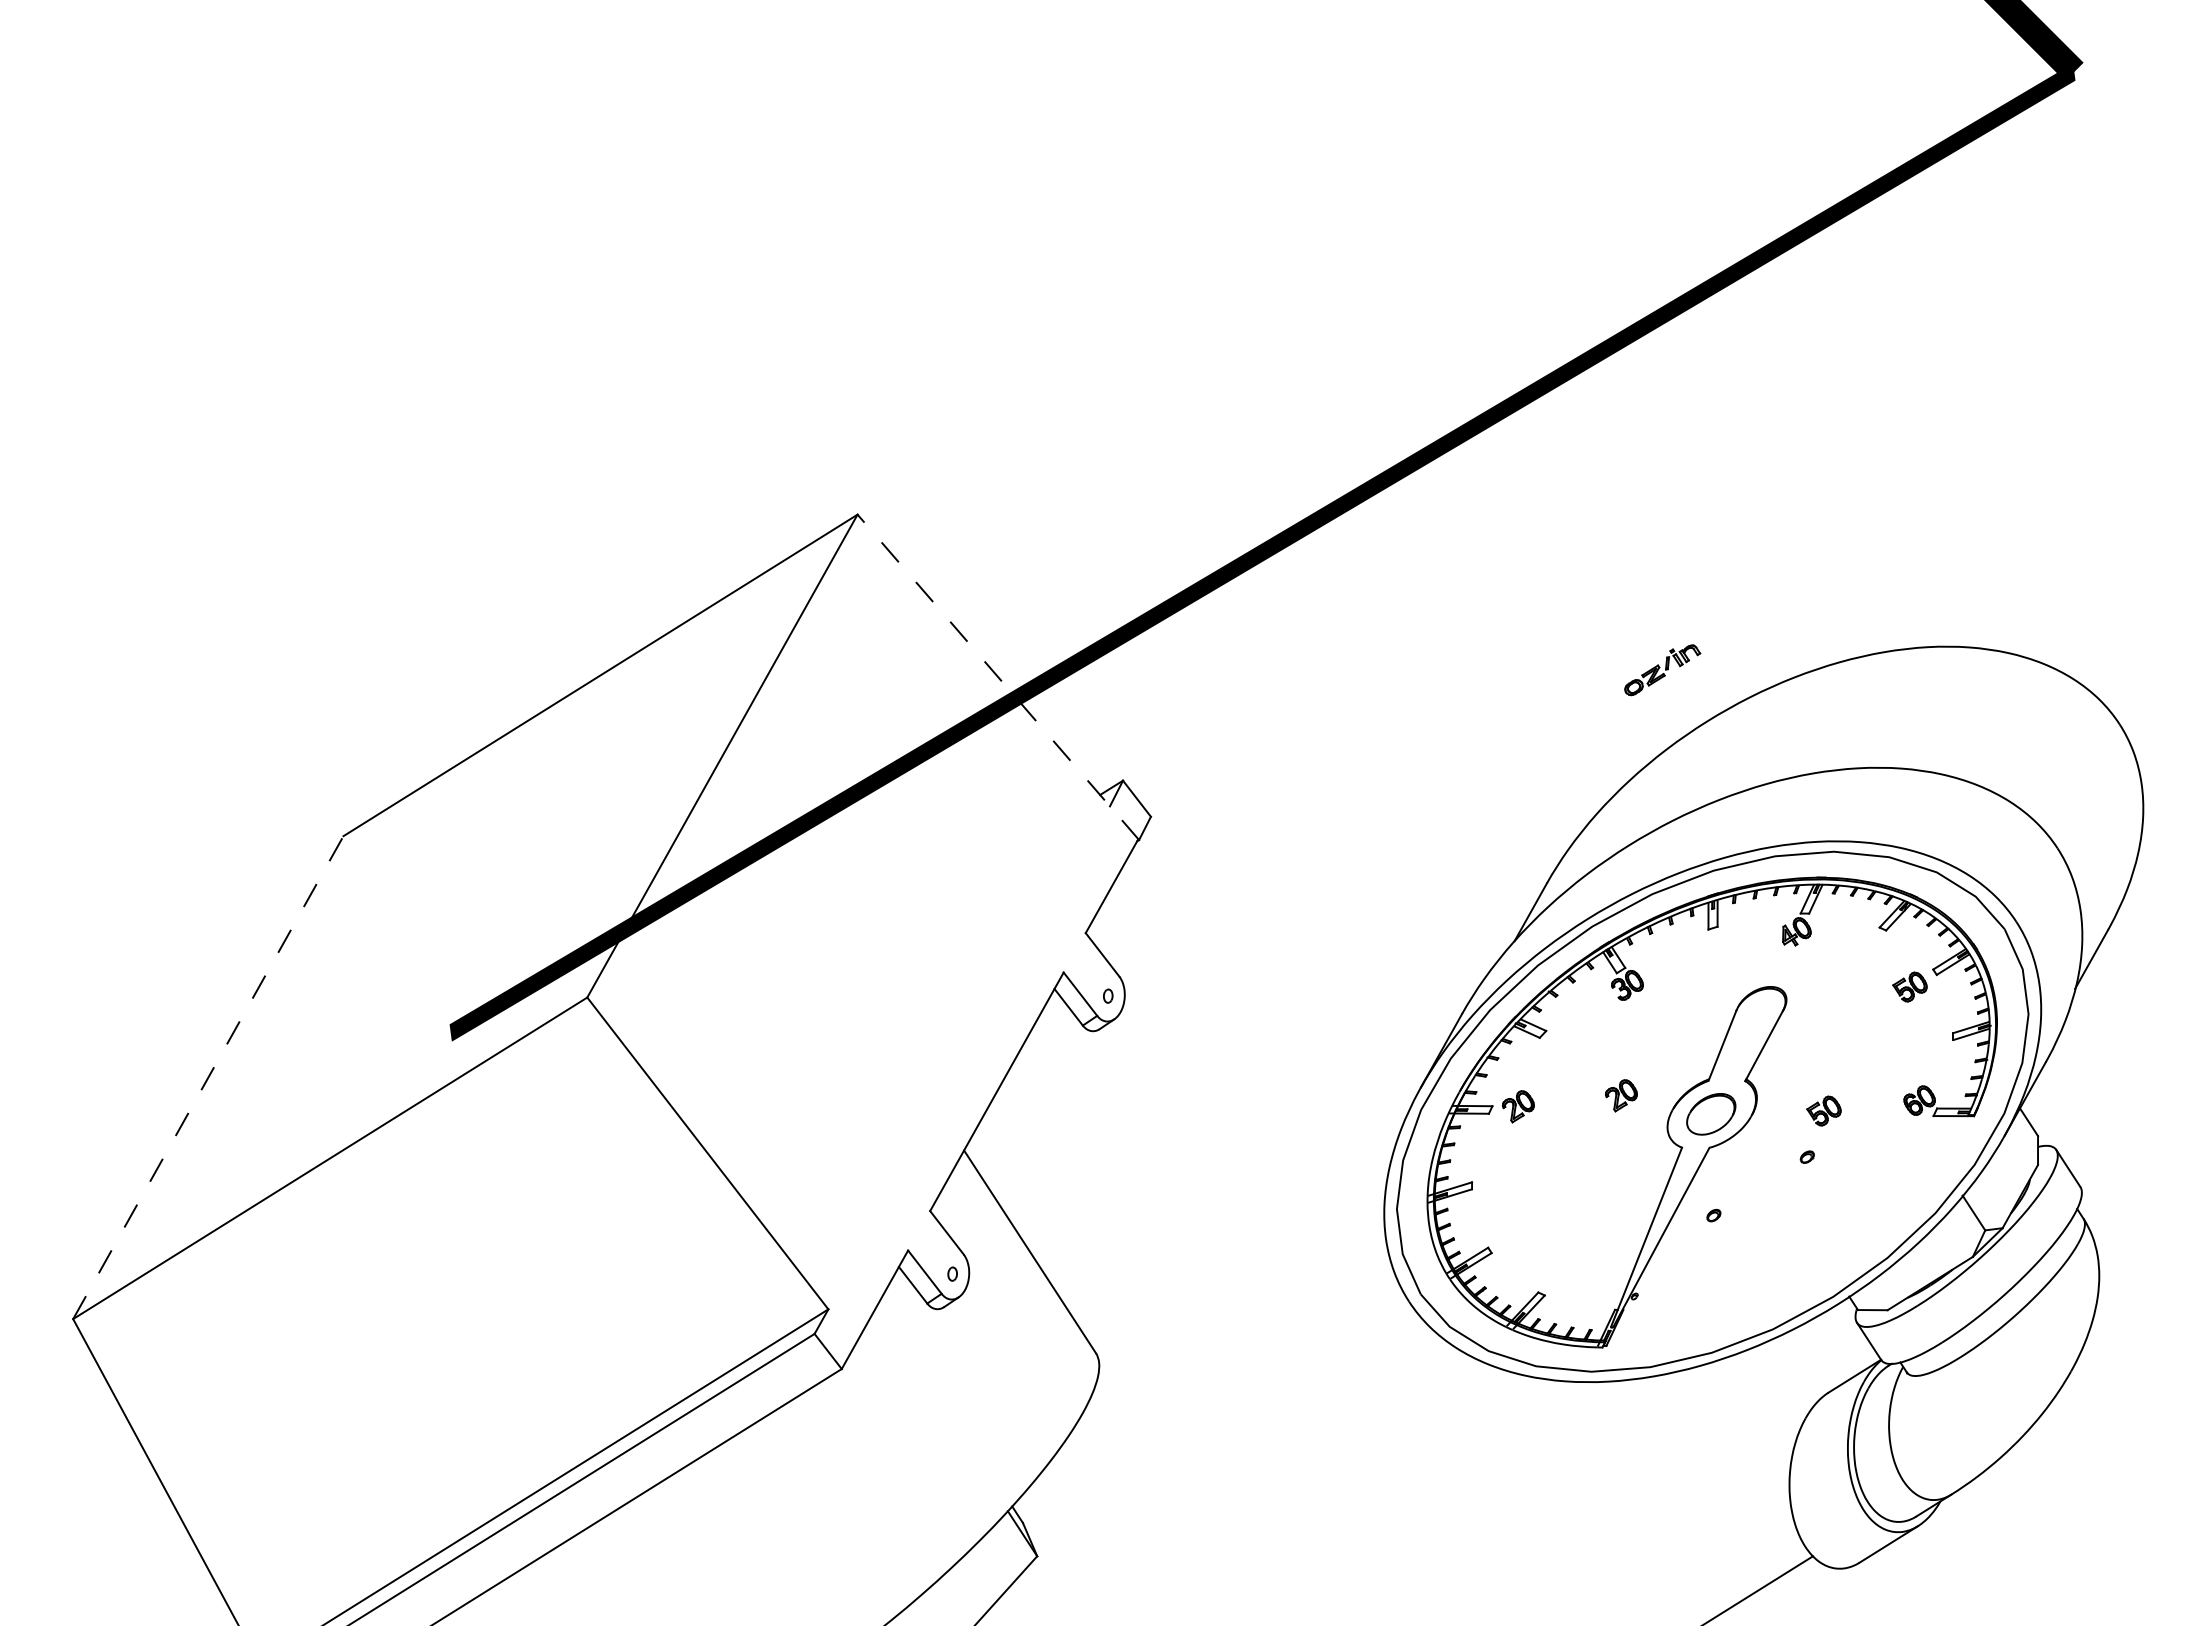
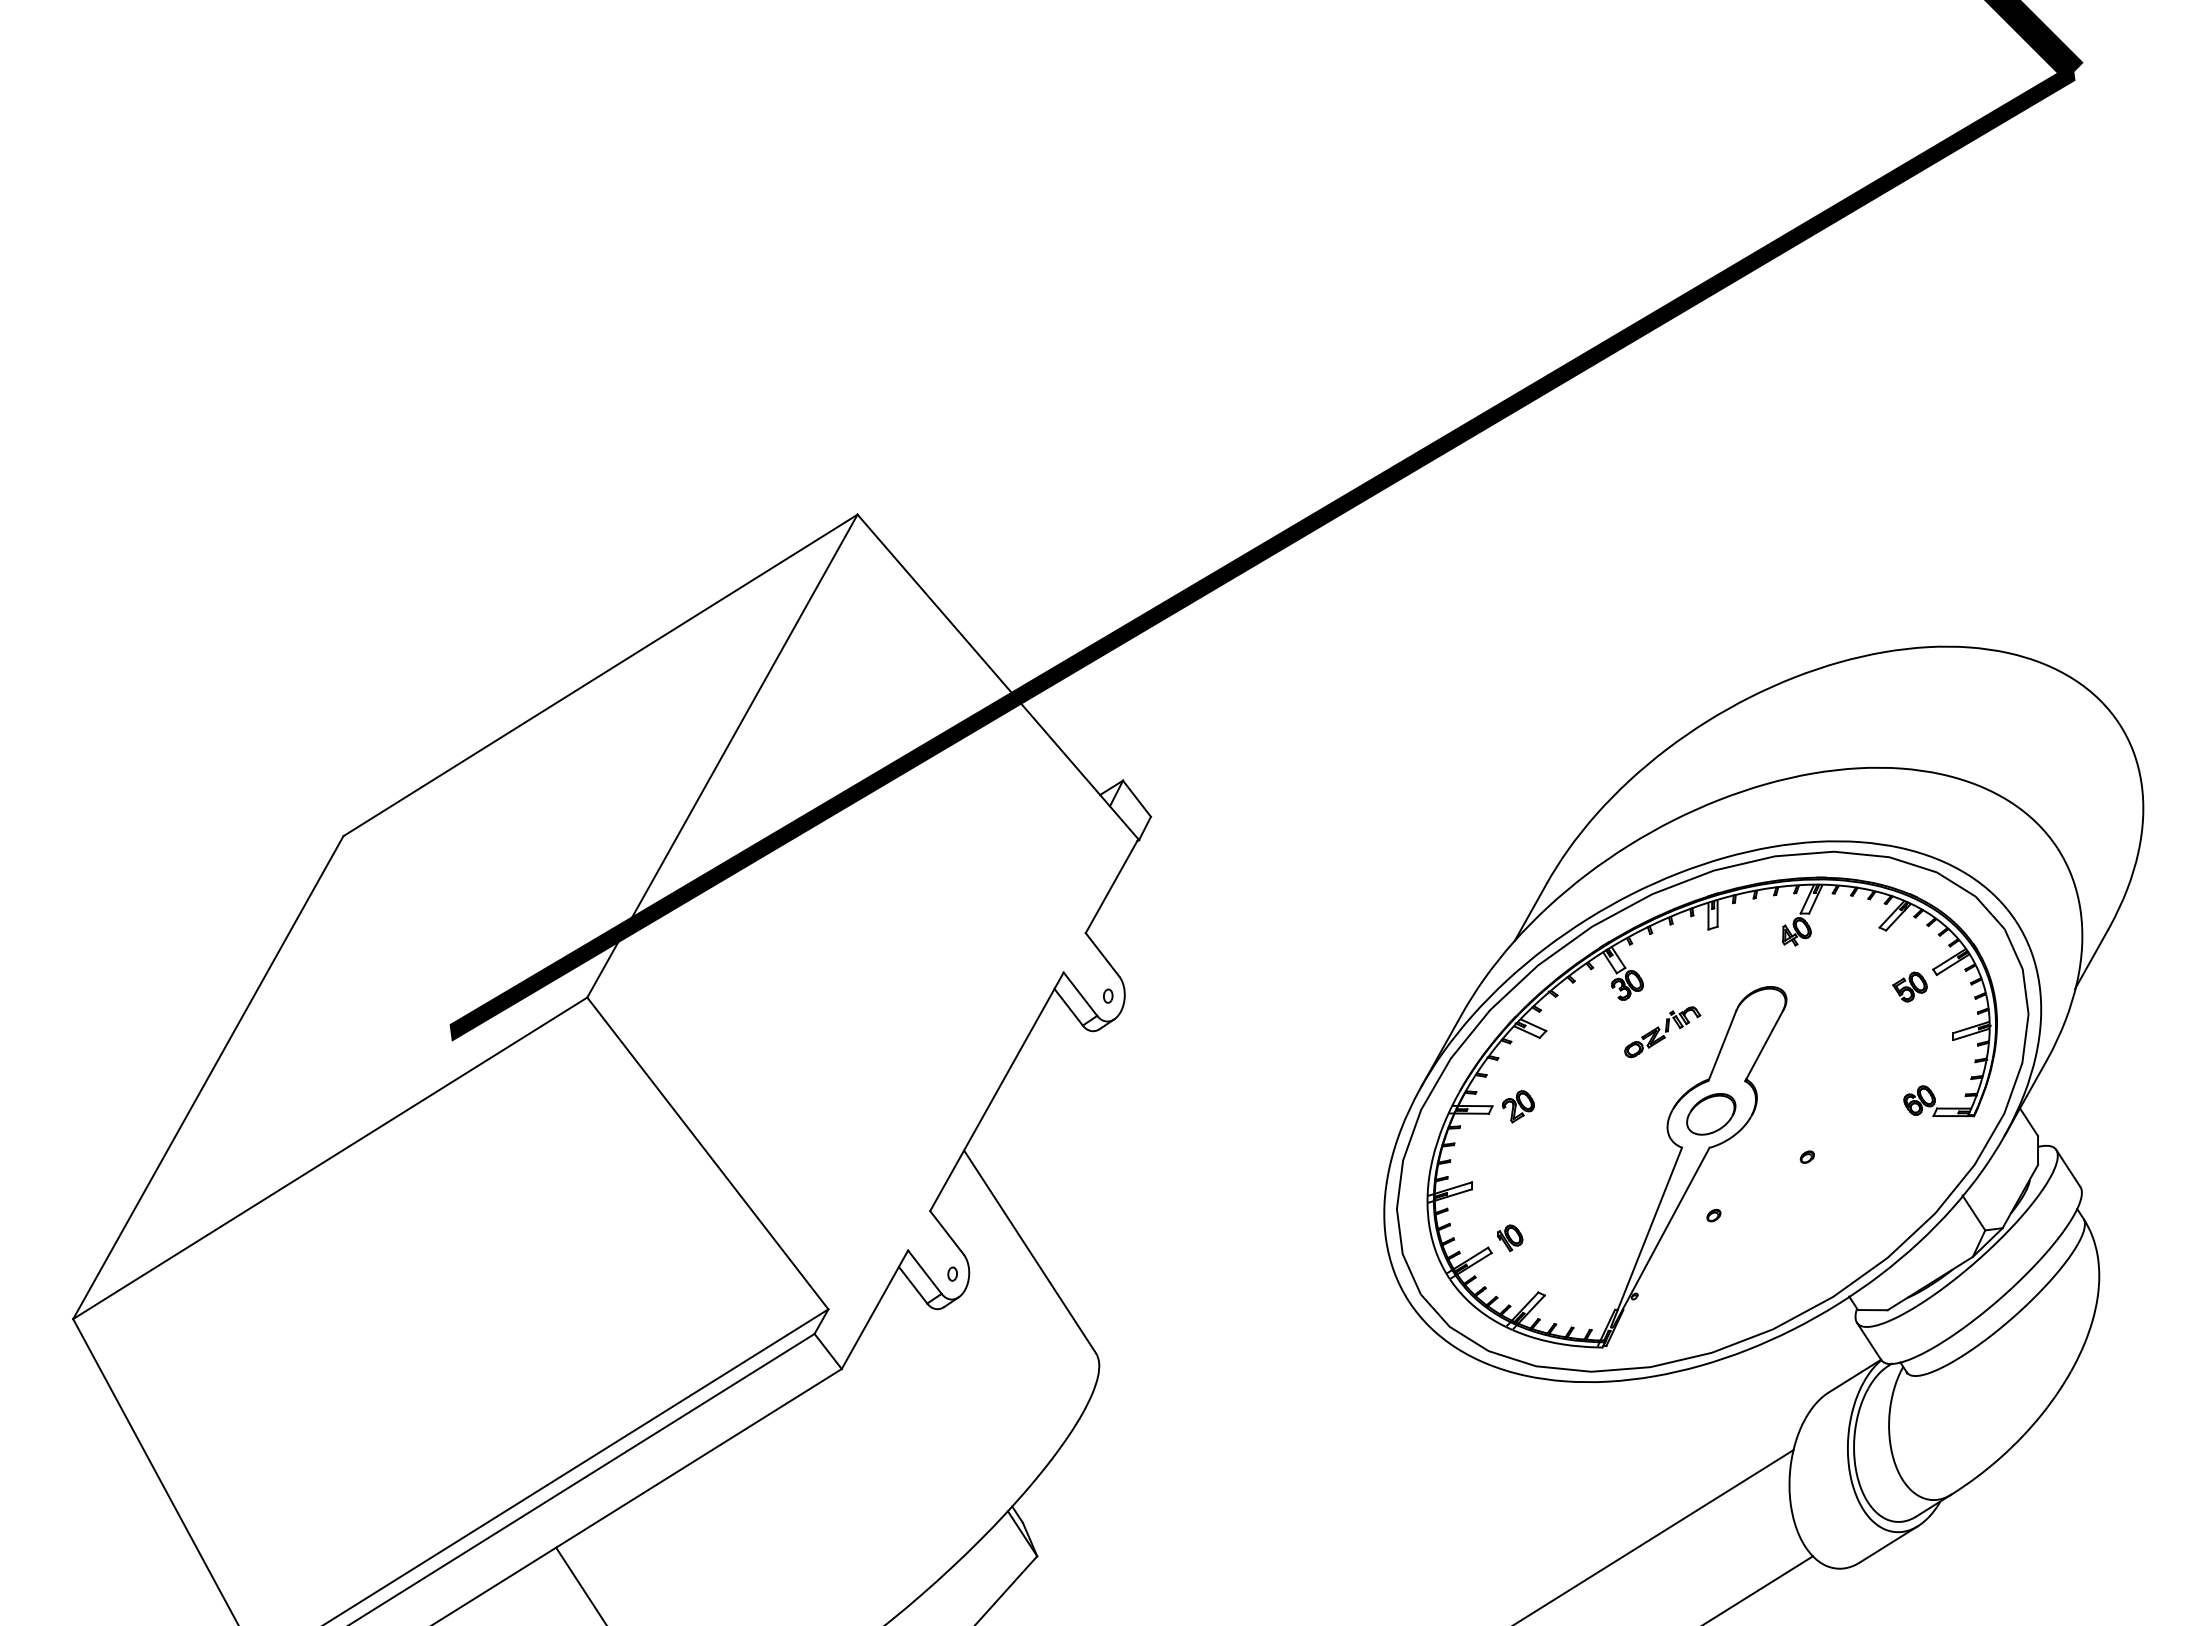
part at (1662, 670) position: (1662, 670) -> (1662, 1032)
line at (998, 676): dashed -> solid
line at (208, 1077): dashed -> solid
part at (1621, 1095): present -> none
part at (1823, 1110): present -> none
part at (1510, 1238): none -> present
line at (1655, 1535): none -> present
line at (580, 1584): none -> present
